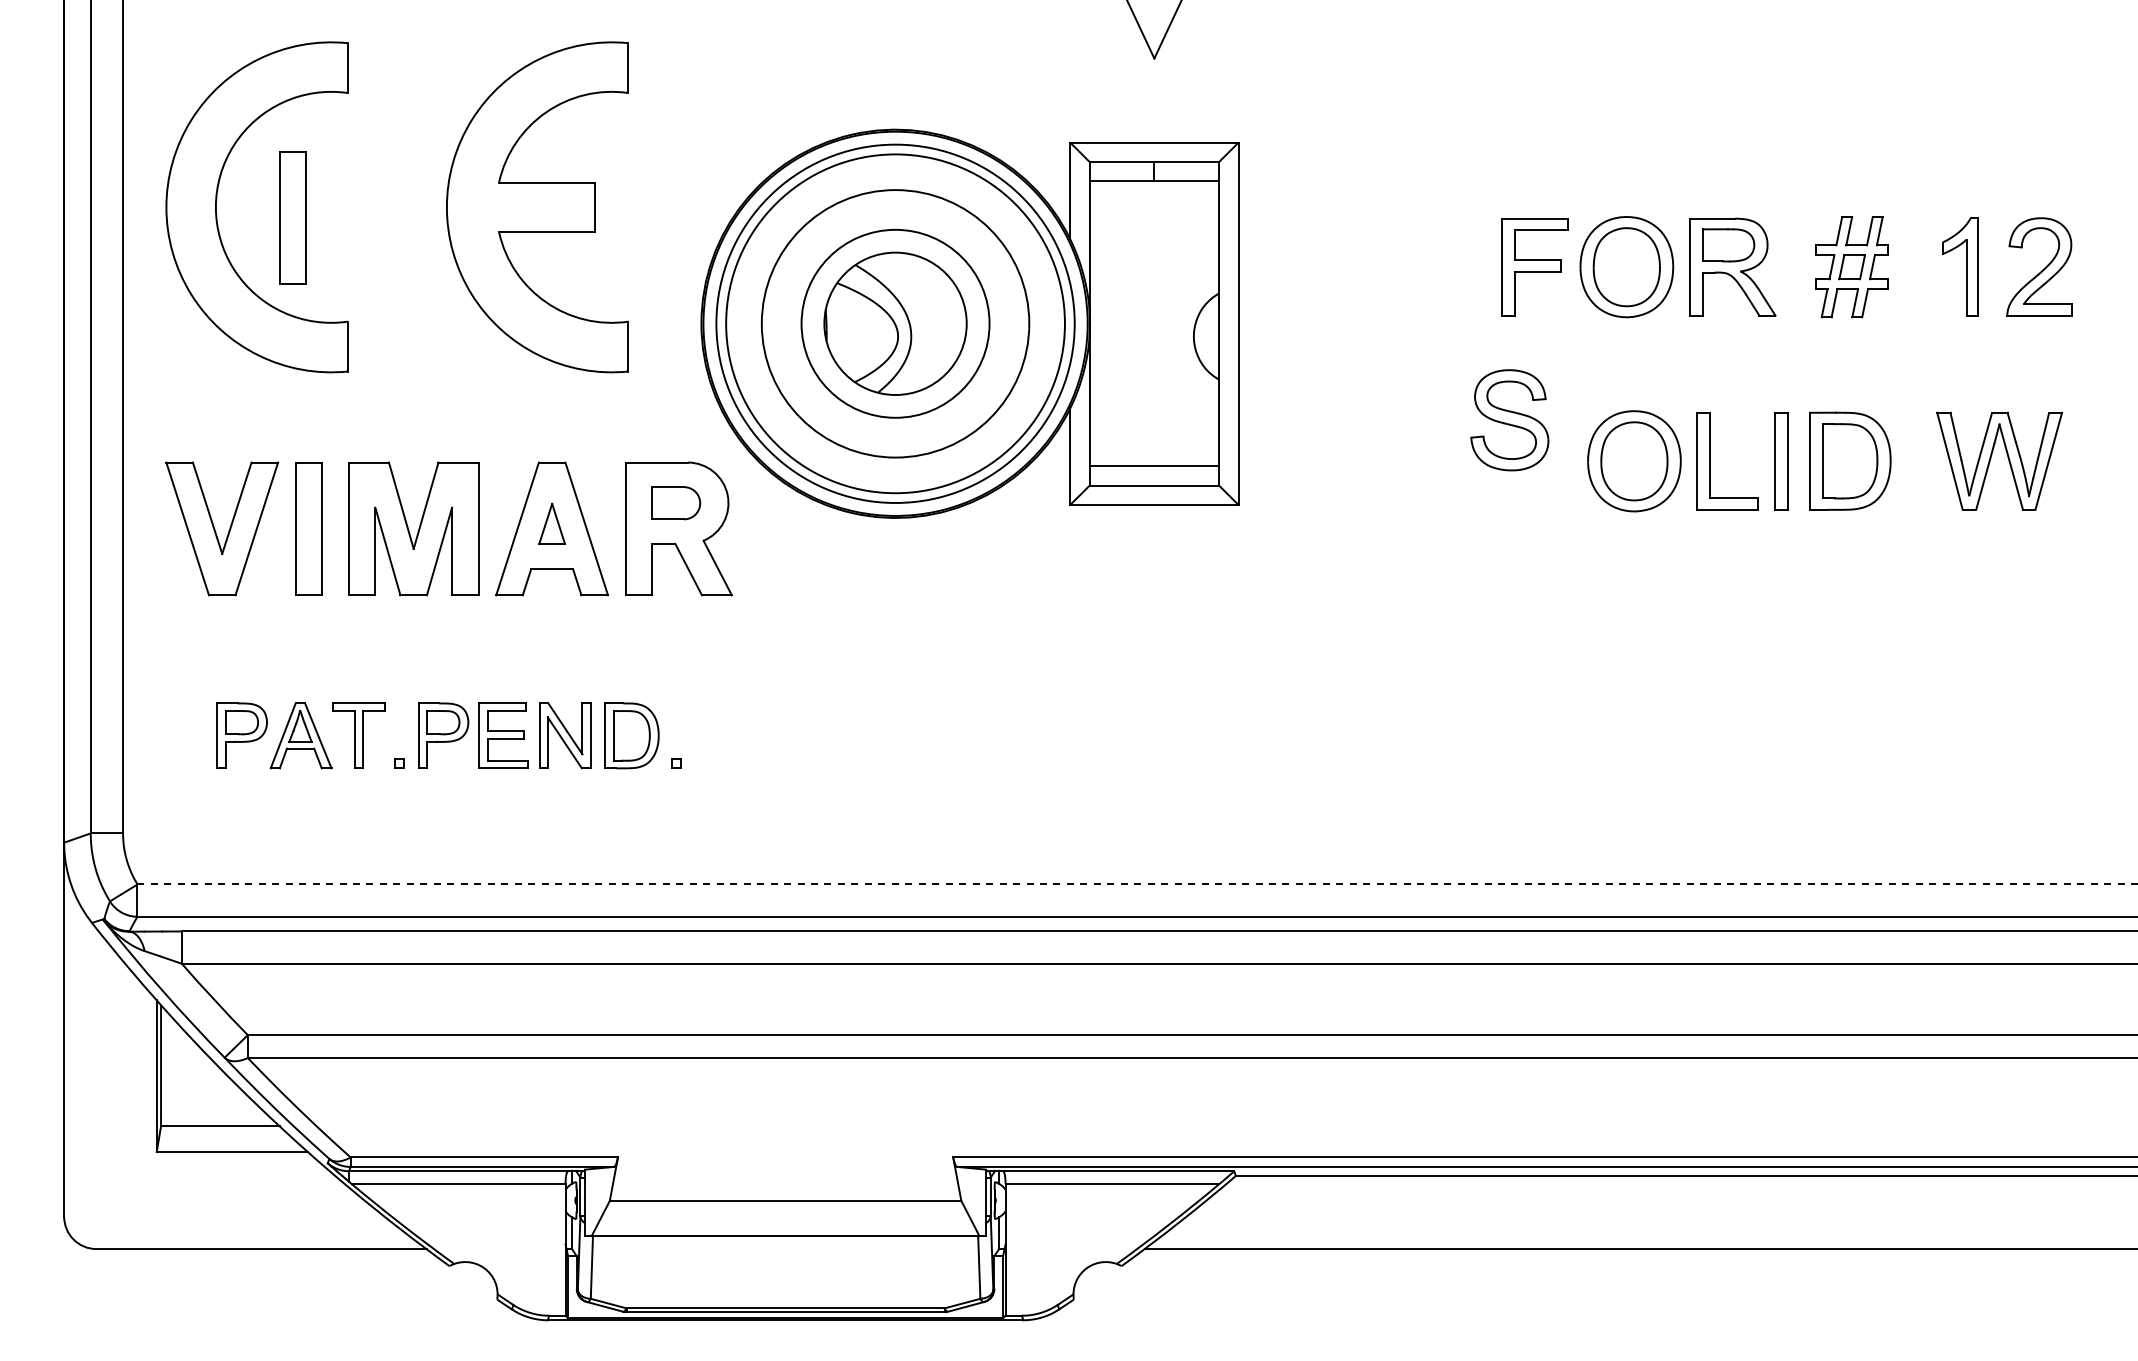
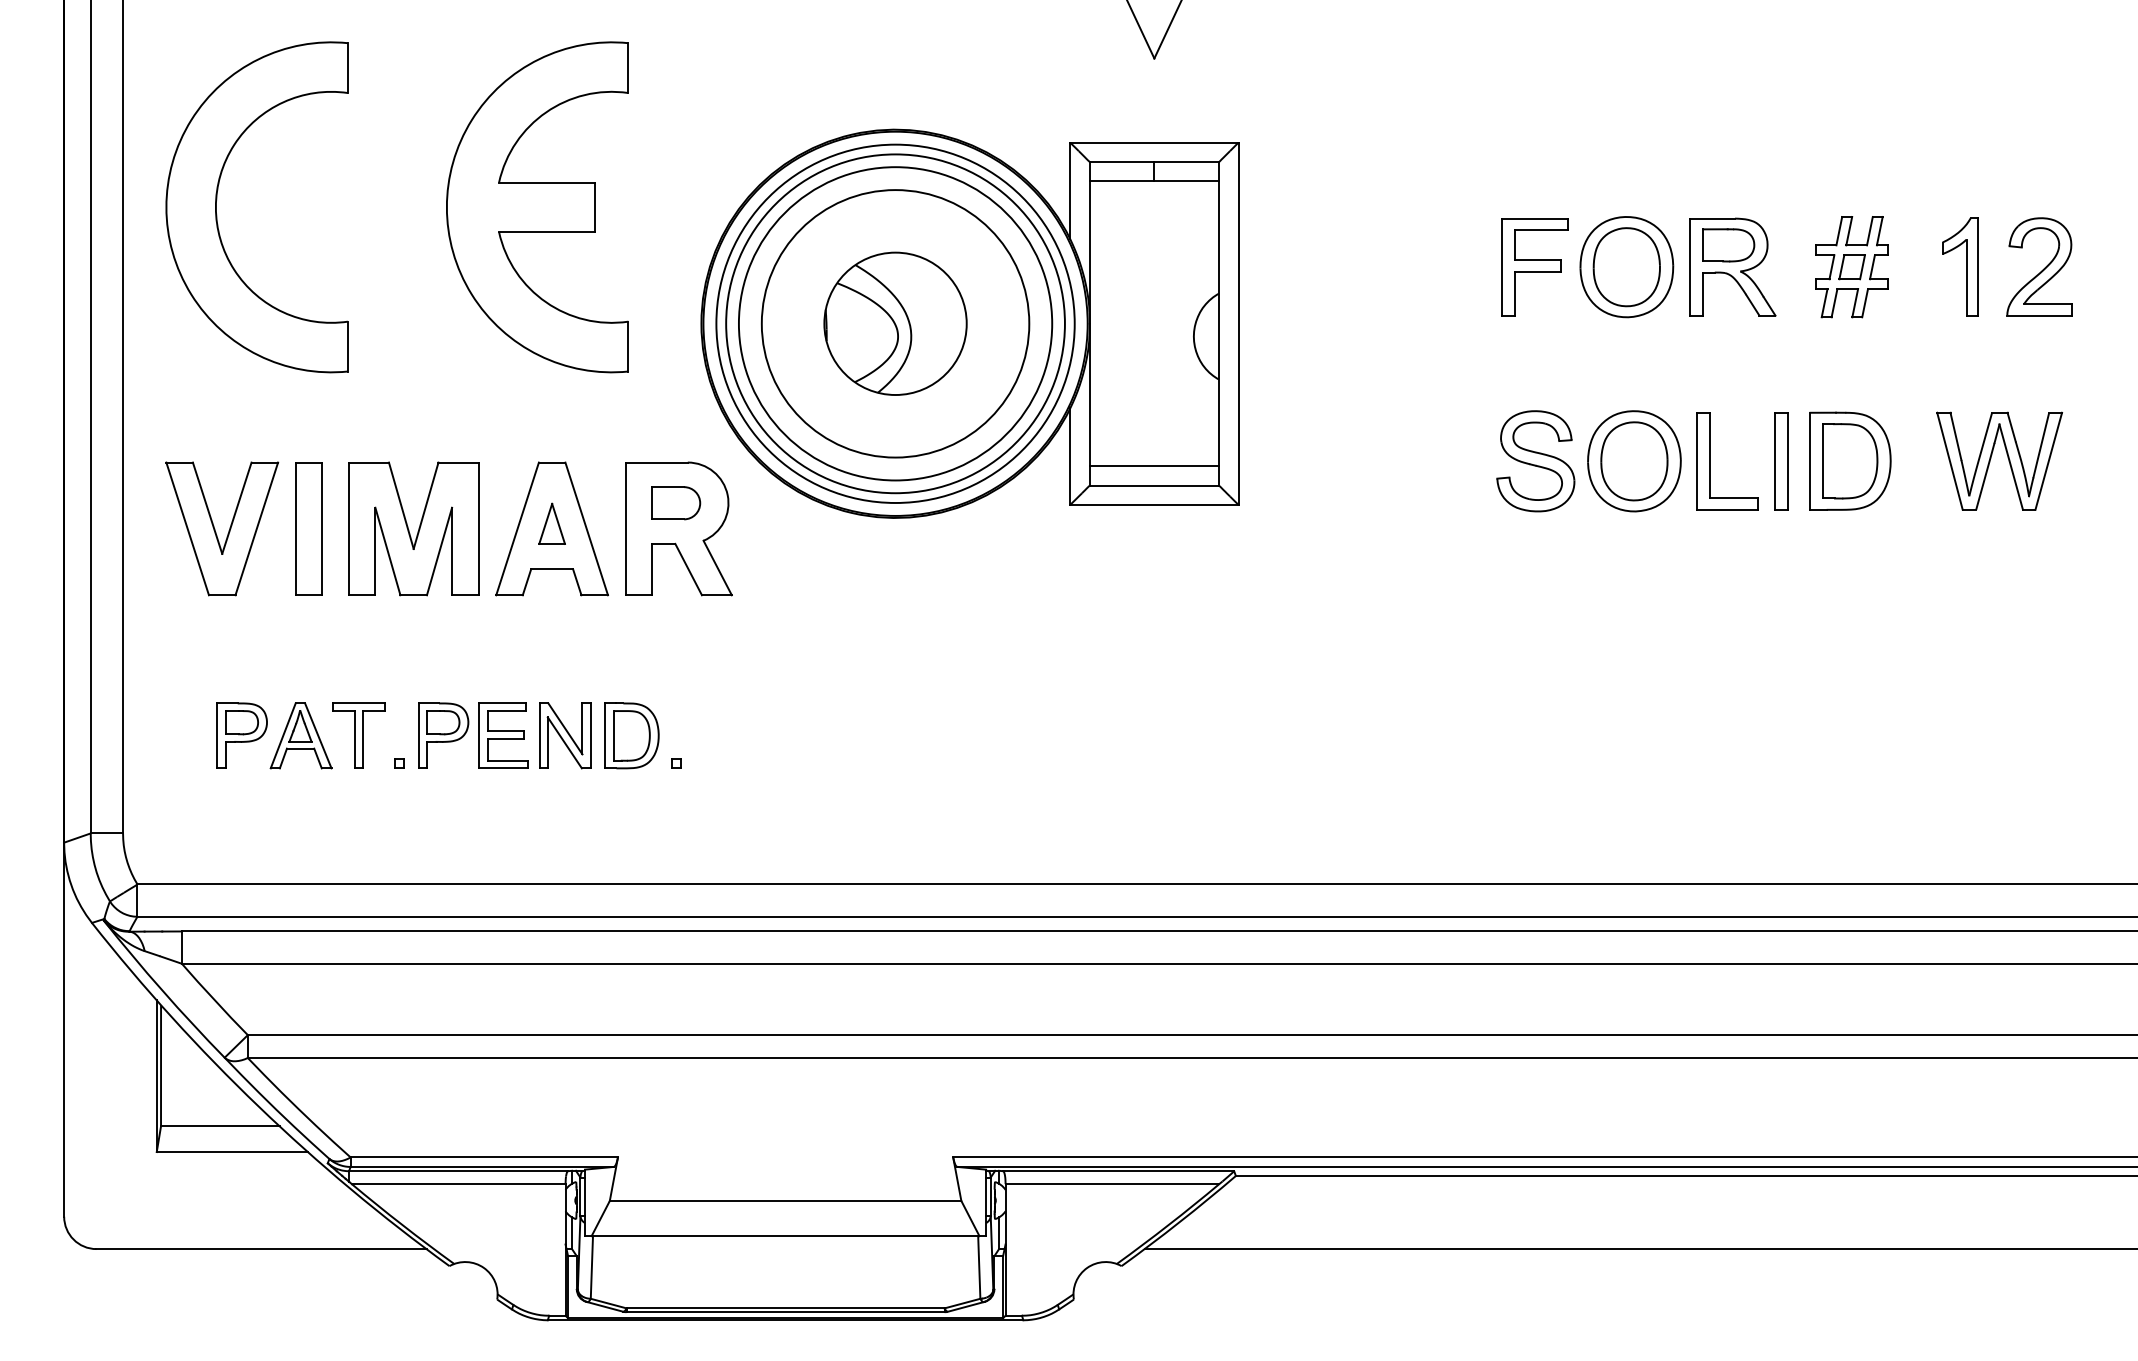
part at (292, 217): present -> none
circle at (895, 323) diameter: 188 px -> 313 px
part at (1509, 420) position: (1509, 420) -> (1535, 461)
line at (1138, 884): dashed -> solid
